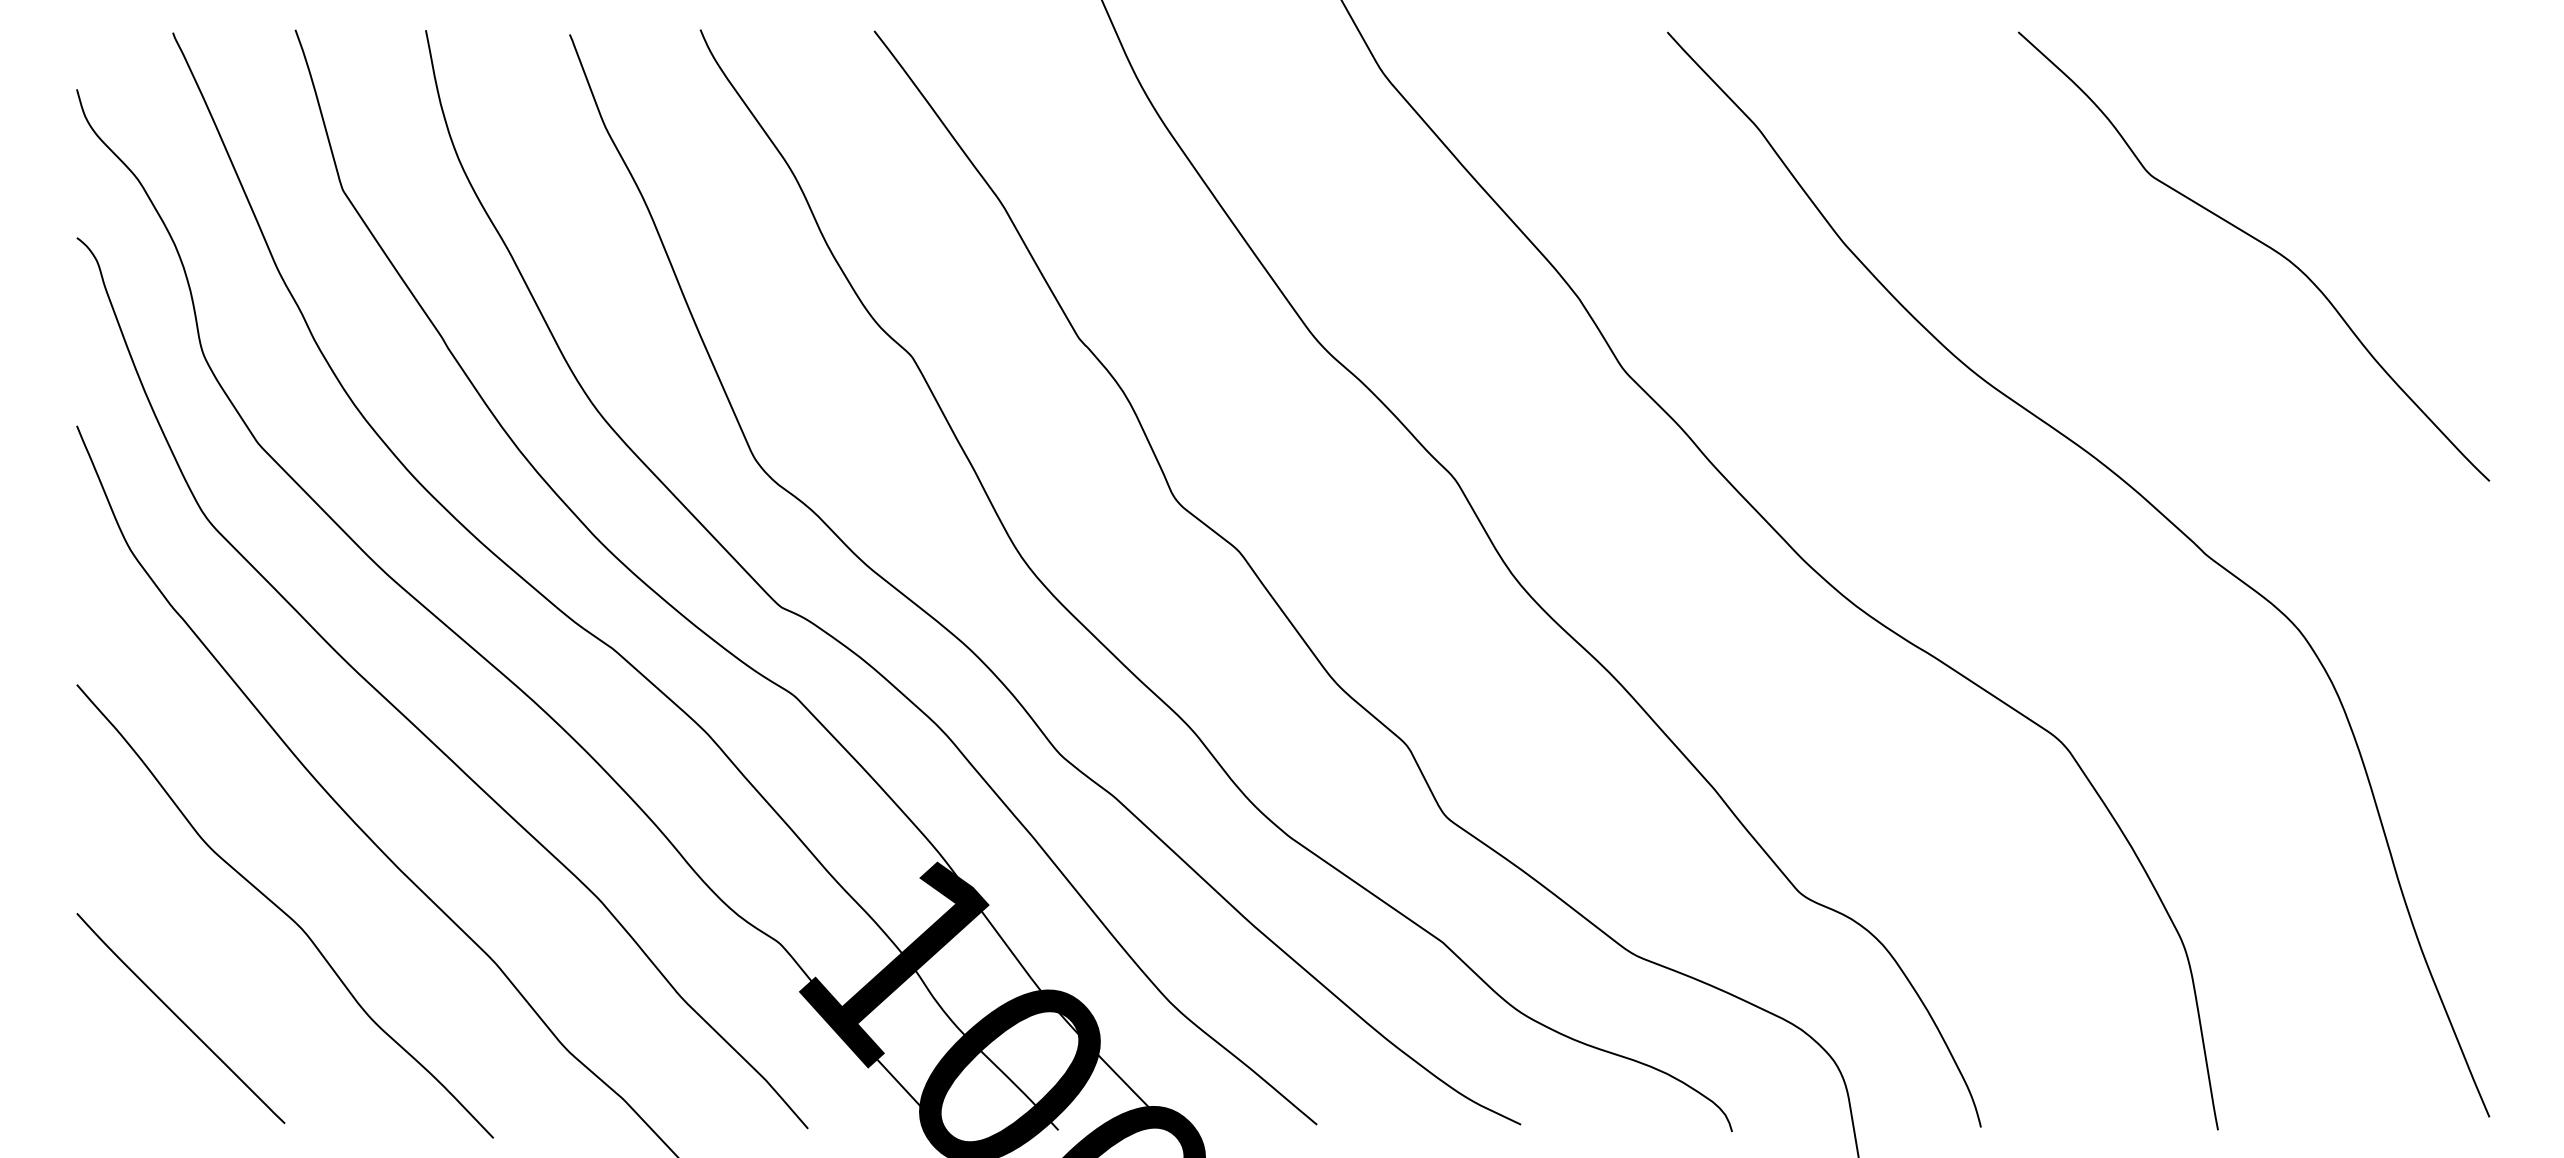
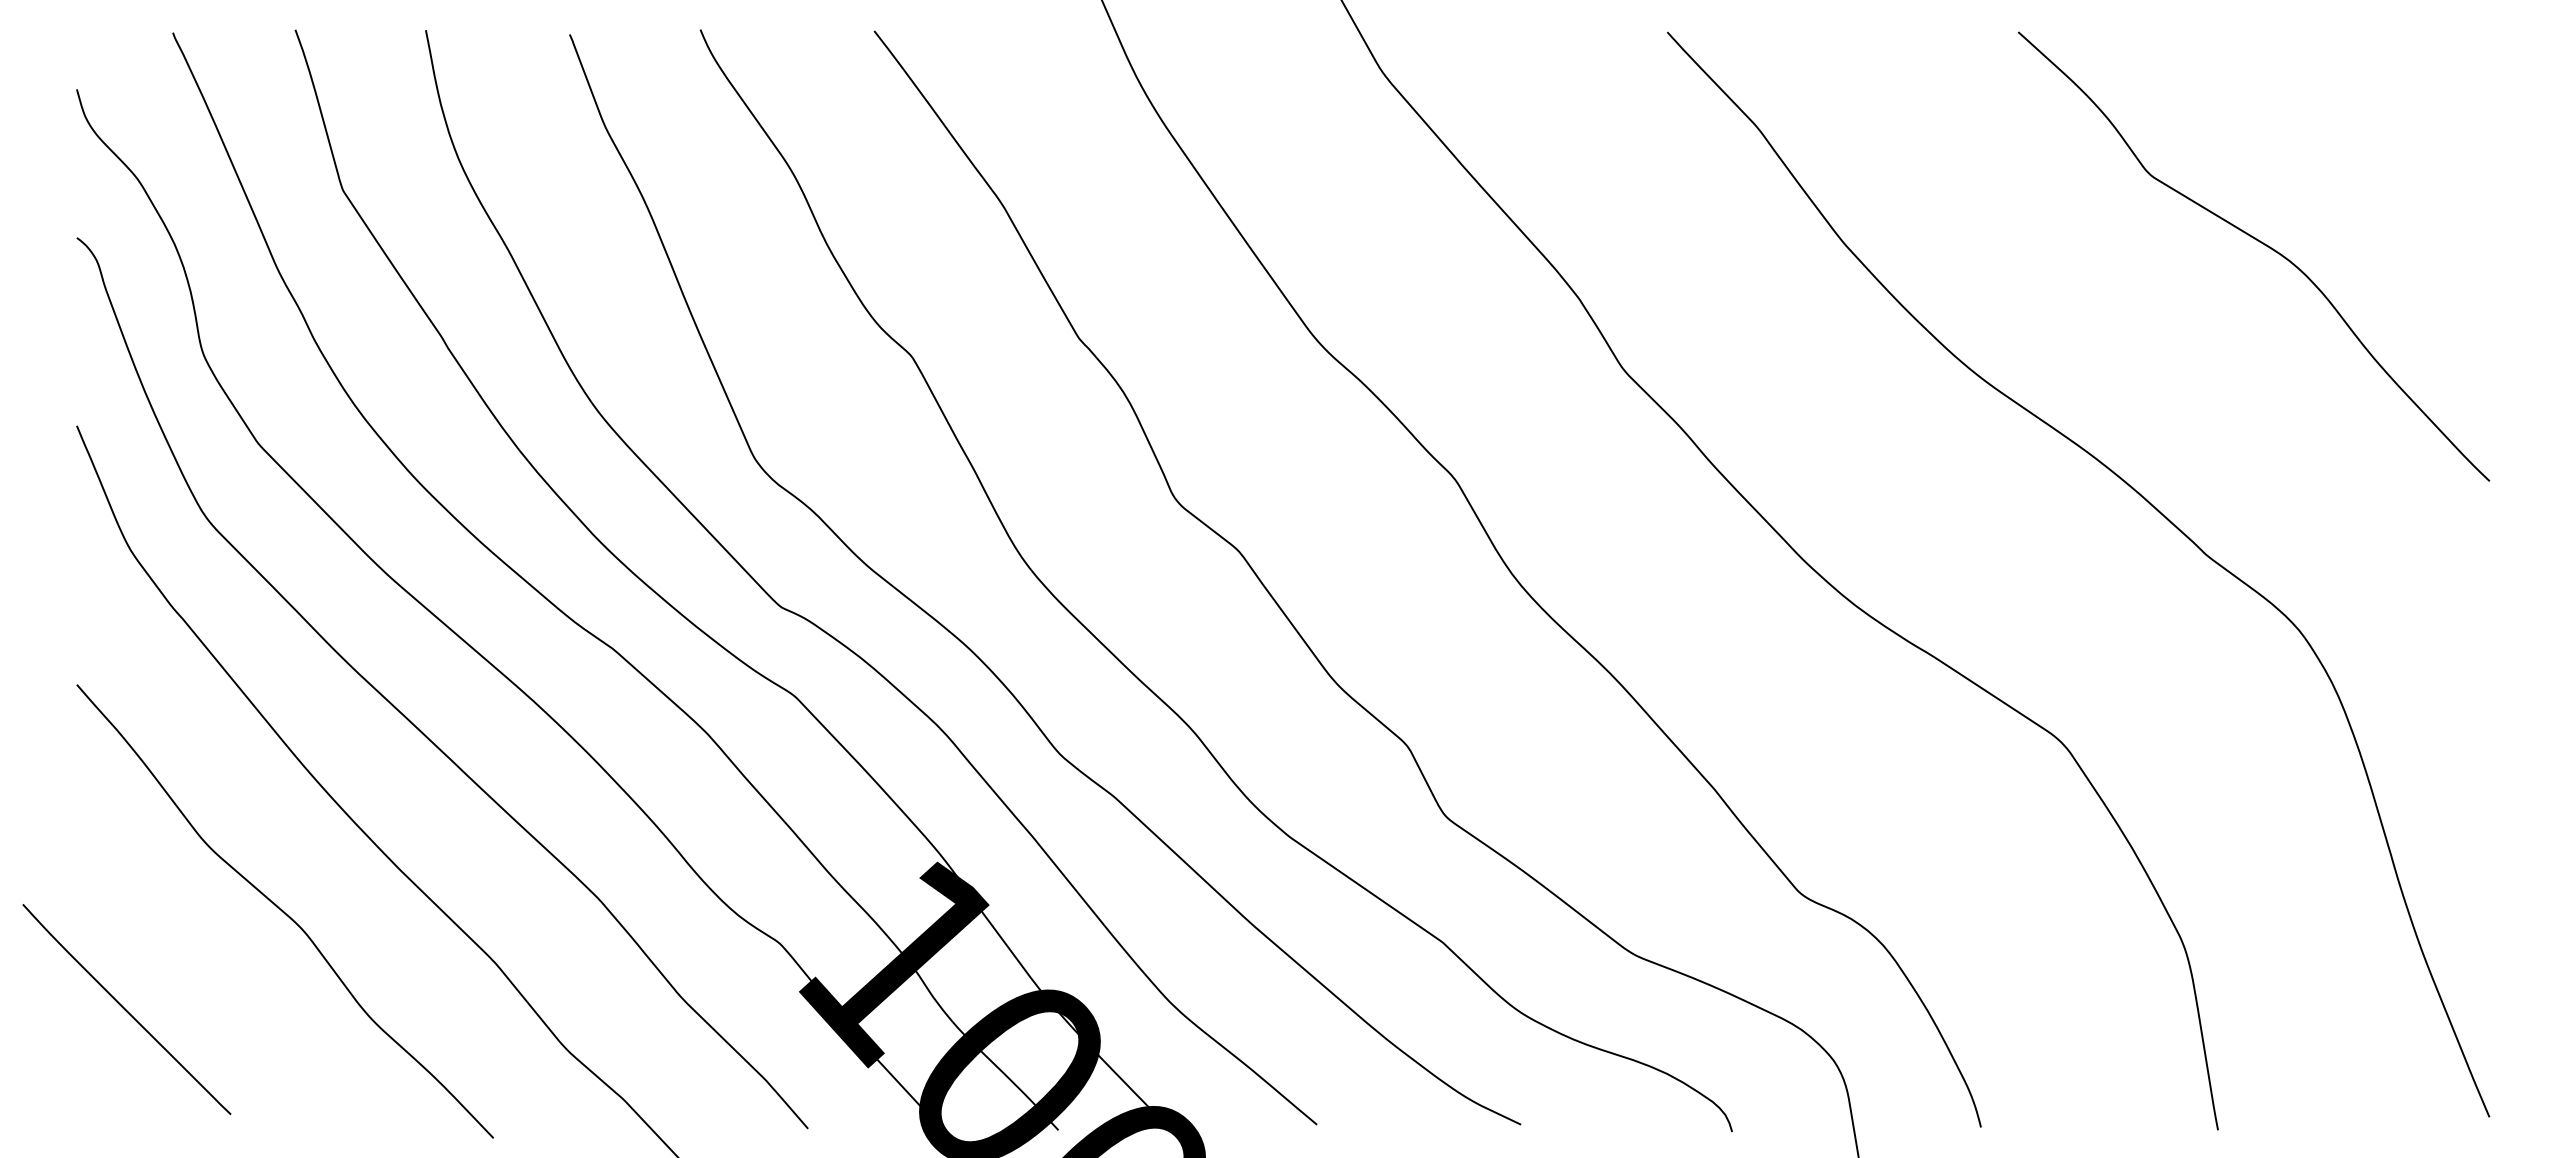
curve at (180, 1018) position: (180, 1018) -> (126, 1009)
